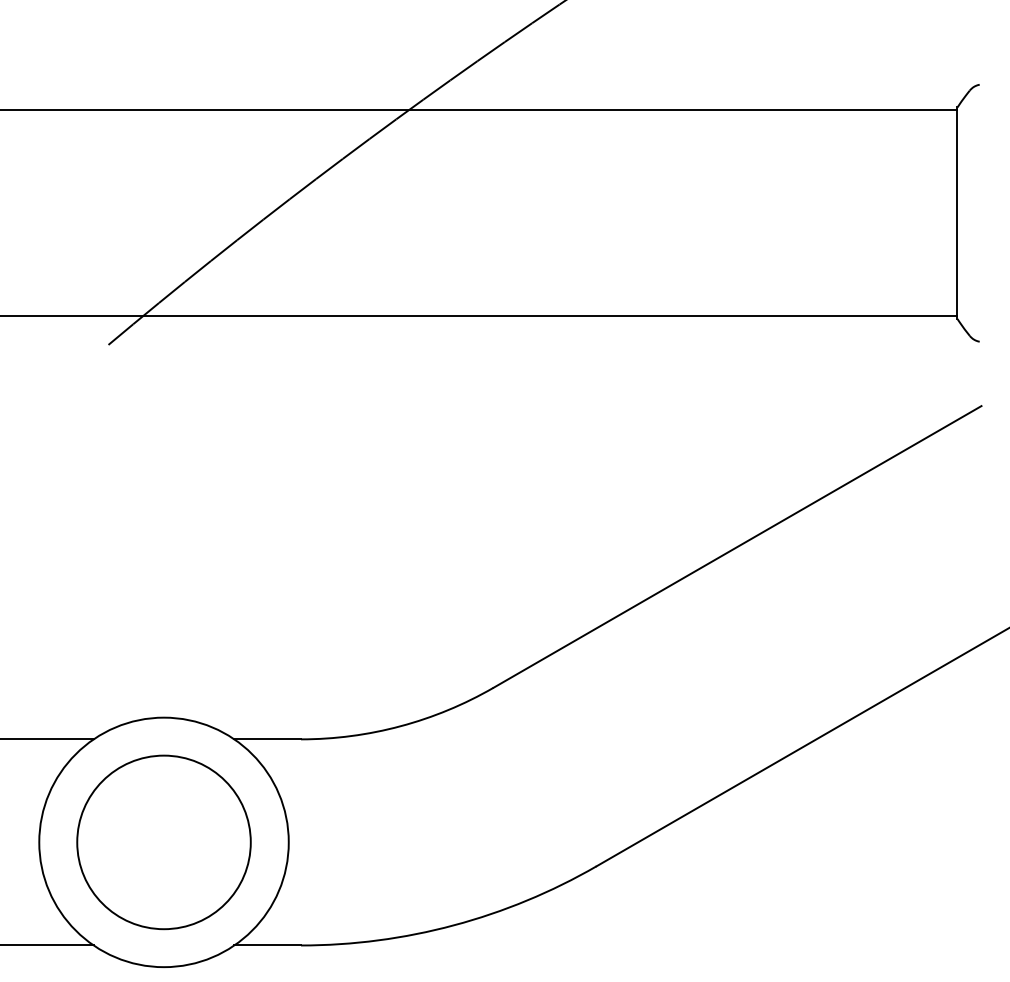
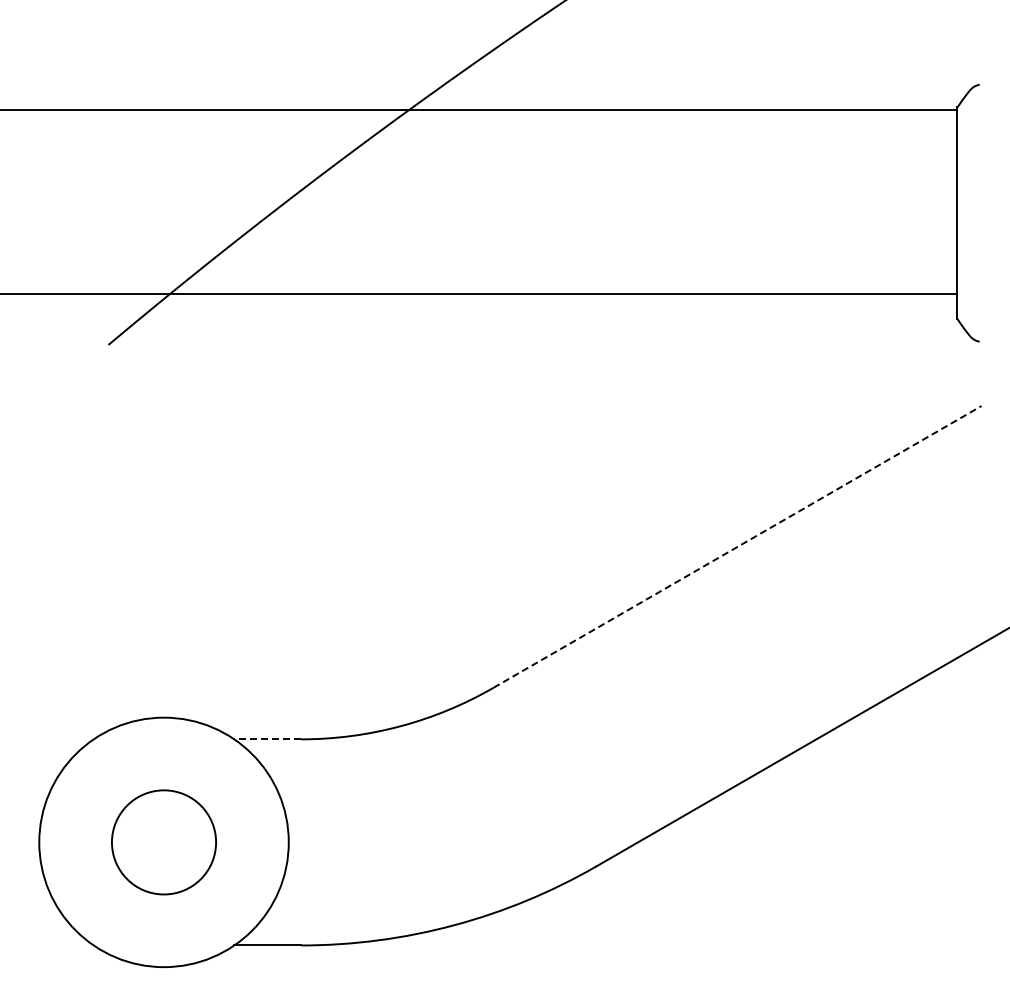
line at (479, 316) position: (479, 316) -> (479, 294)
line at (737, 546): solid -> dashed
line at (47, 739): present -> none
line at (267, 739): solid -> dashed
circle at (163, 842) diameter: 174 px -> 104 px
line at (47, 945): present -> none
